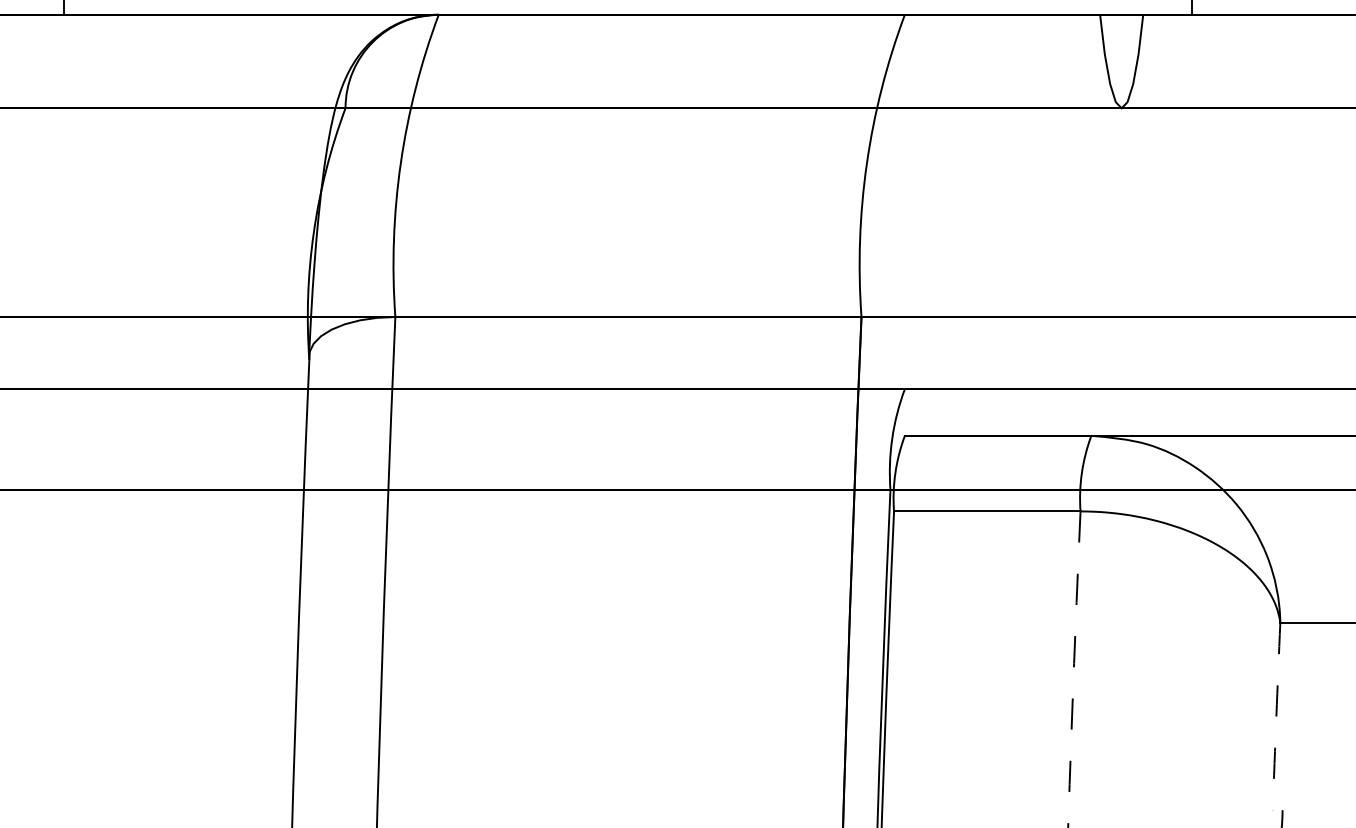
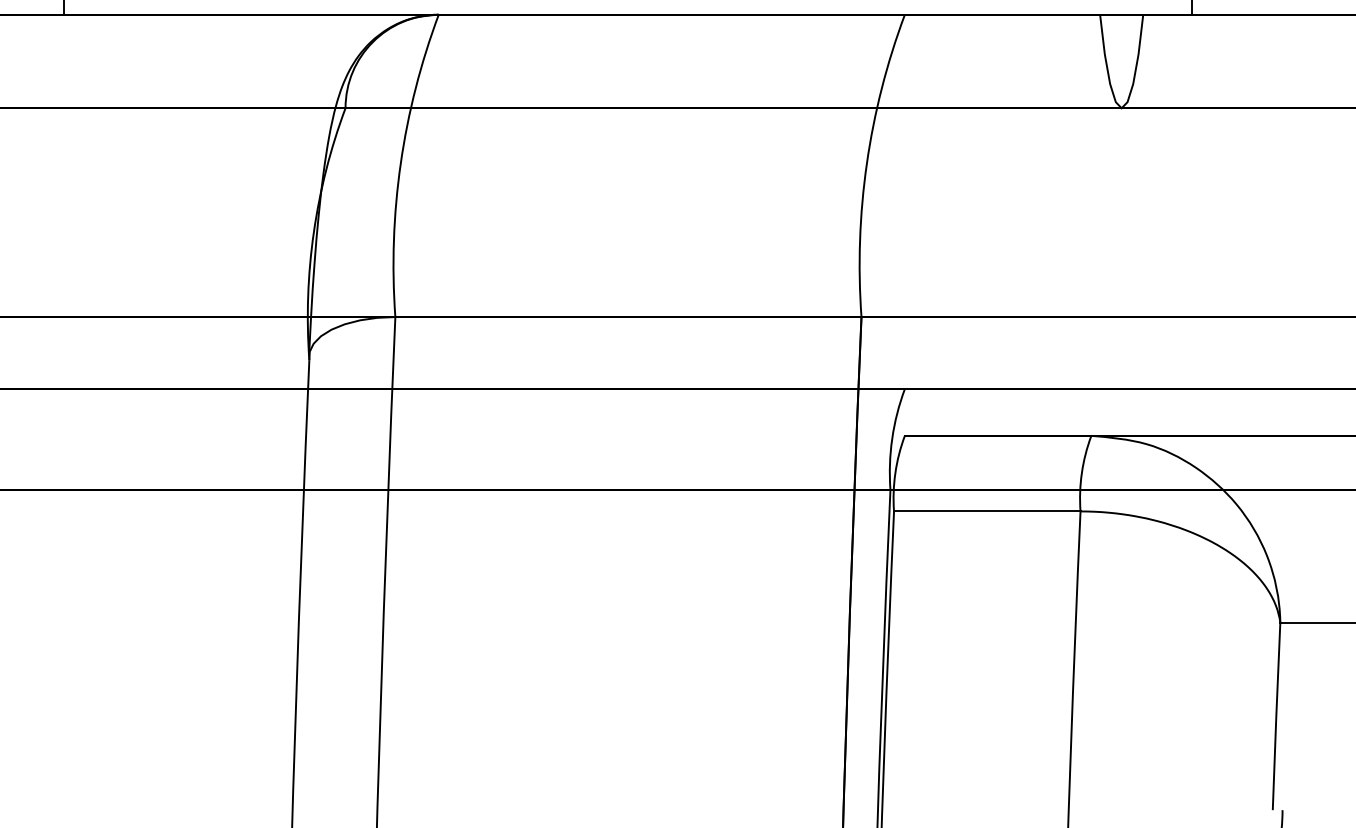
arc at (1073, 669): dashed -> solid
arc at (1276, 716): dashed -> solid
